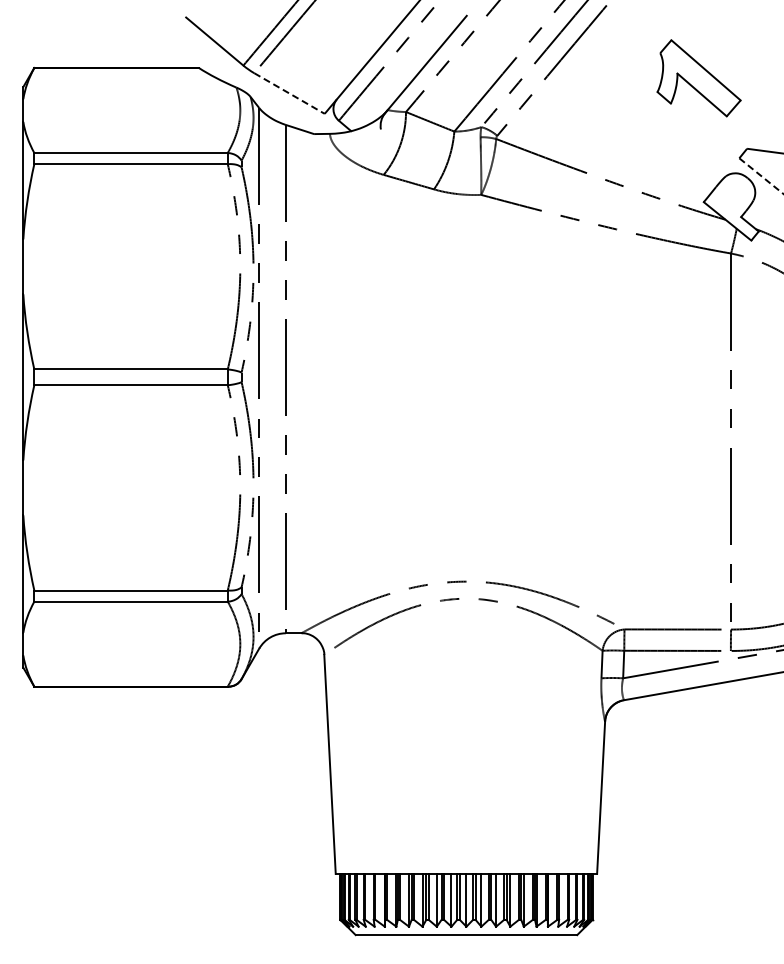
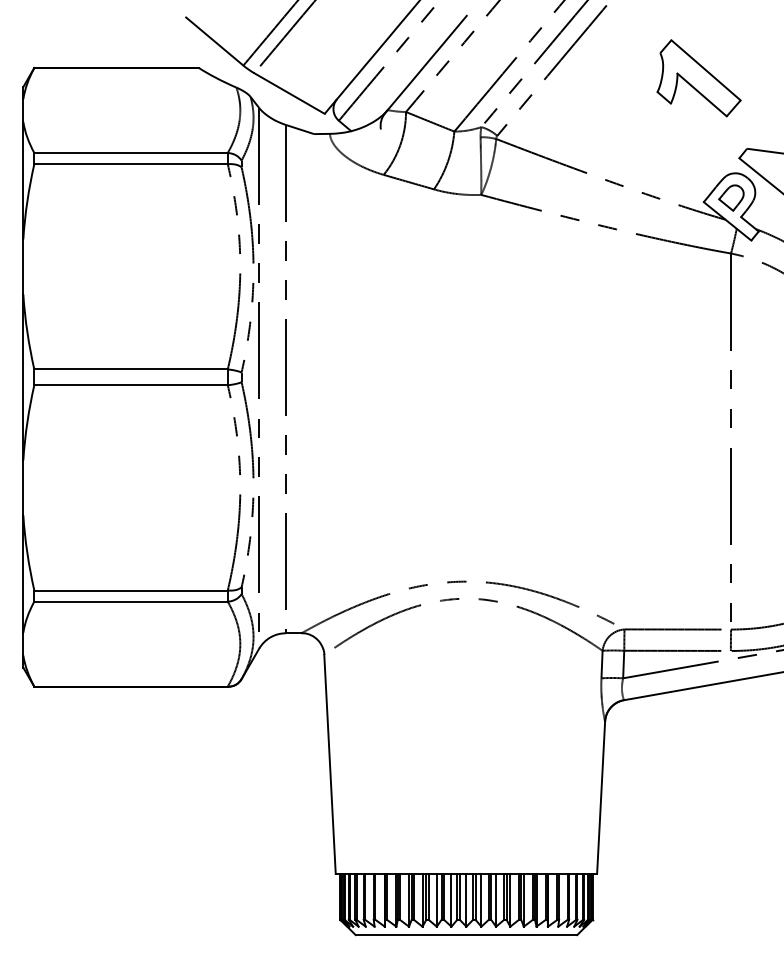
line at (289, 93): dashed -> solid
line at (761, 176): dashed -> solid
part at (731, 197): none -> present
